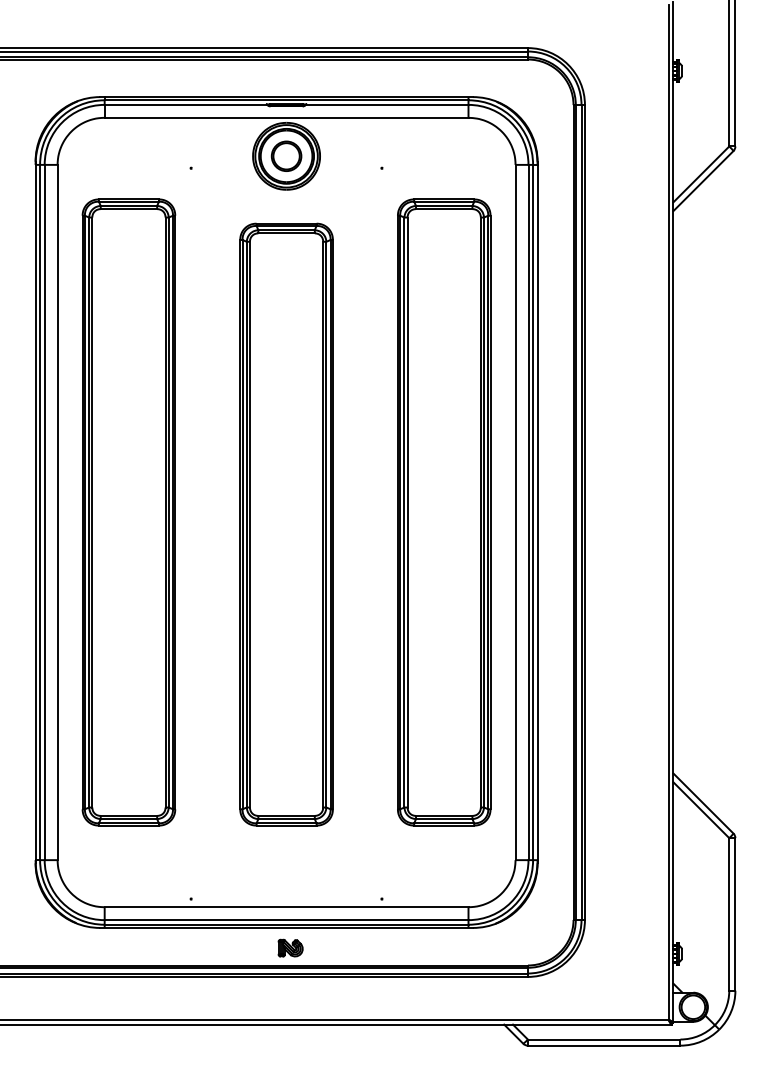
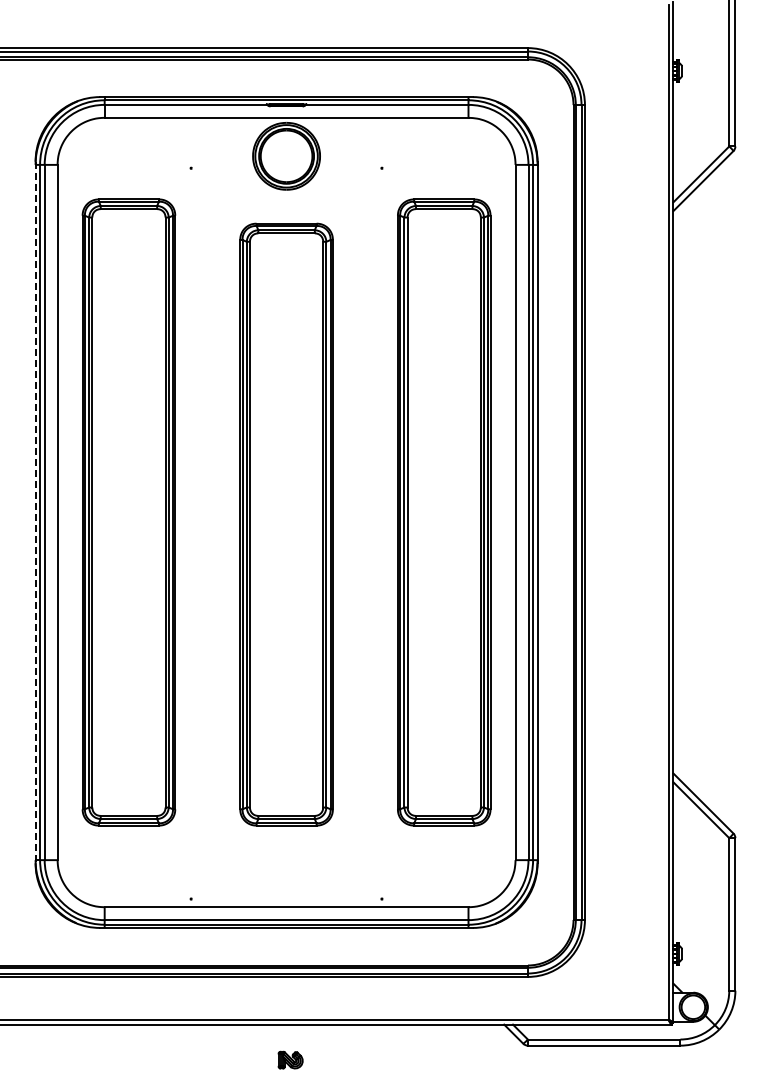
part at (286, 155): present -> none
line at (35, 512): solid -> dashed
part at (290, 947) position: (290, 947) -> (290, 1059)
